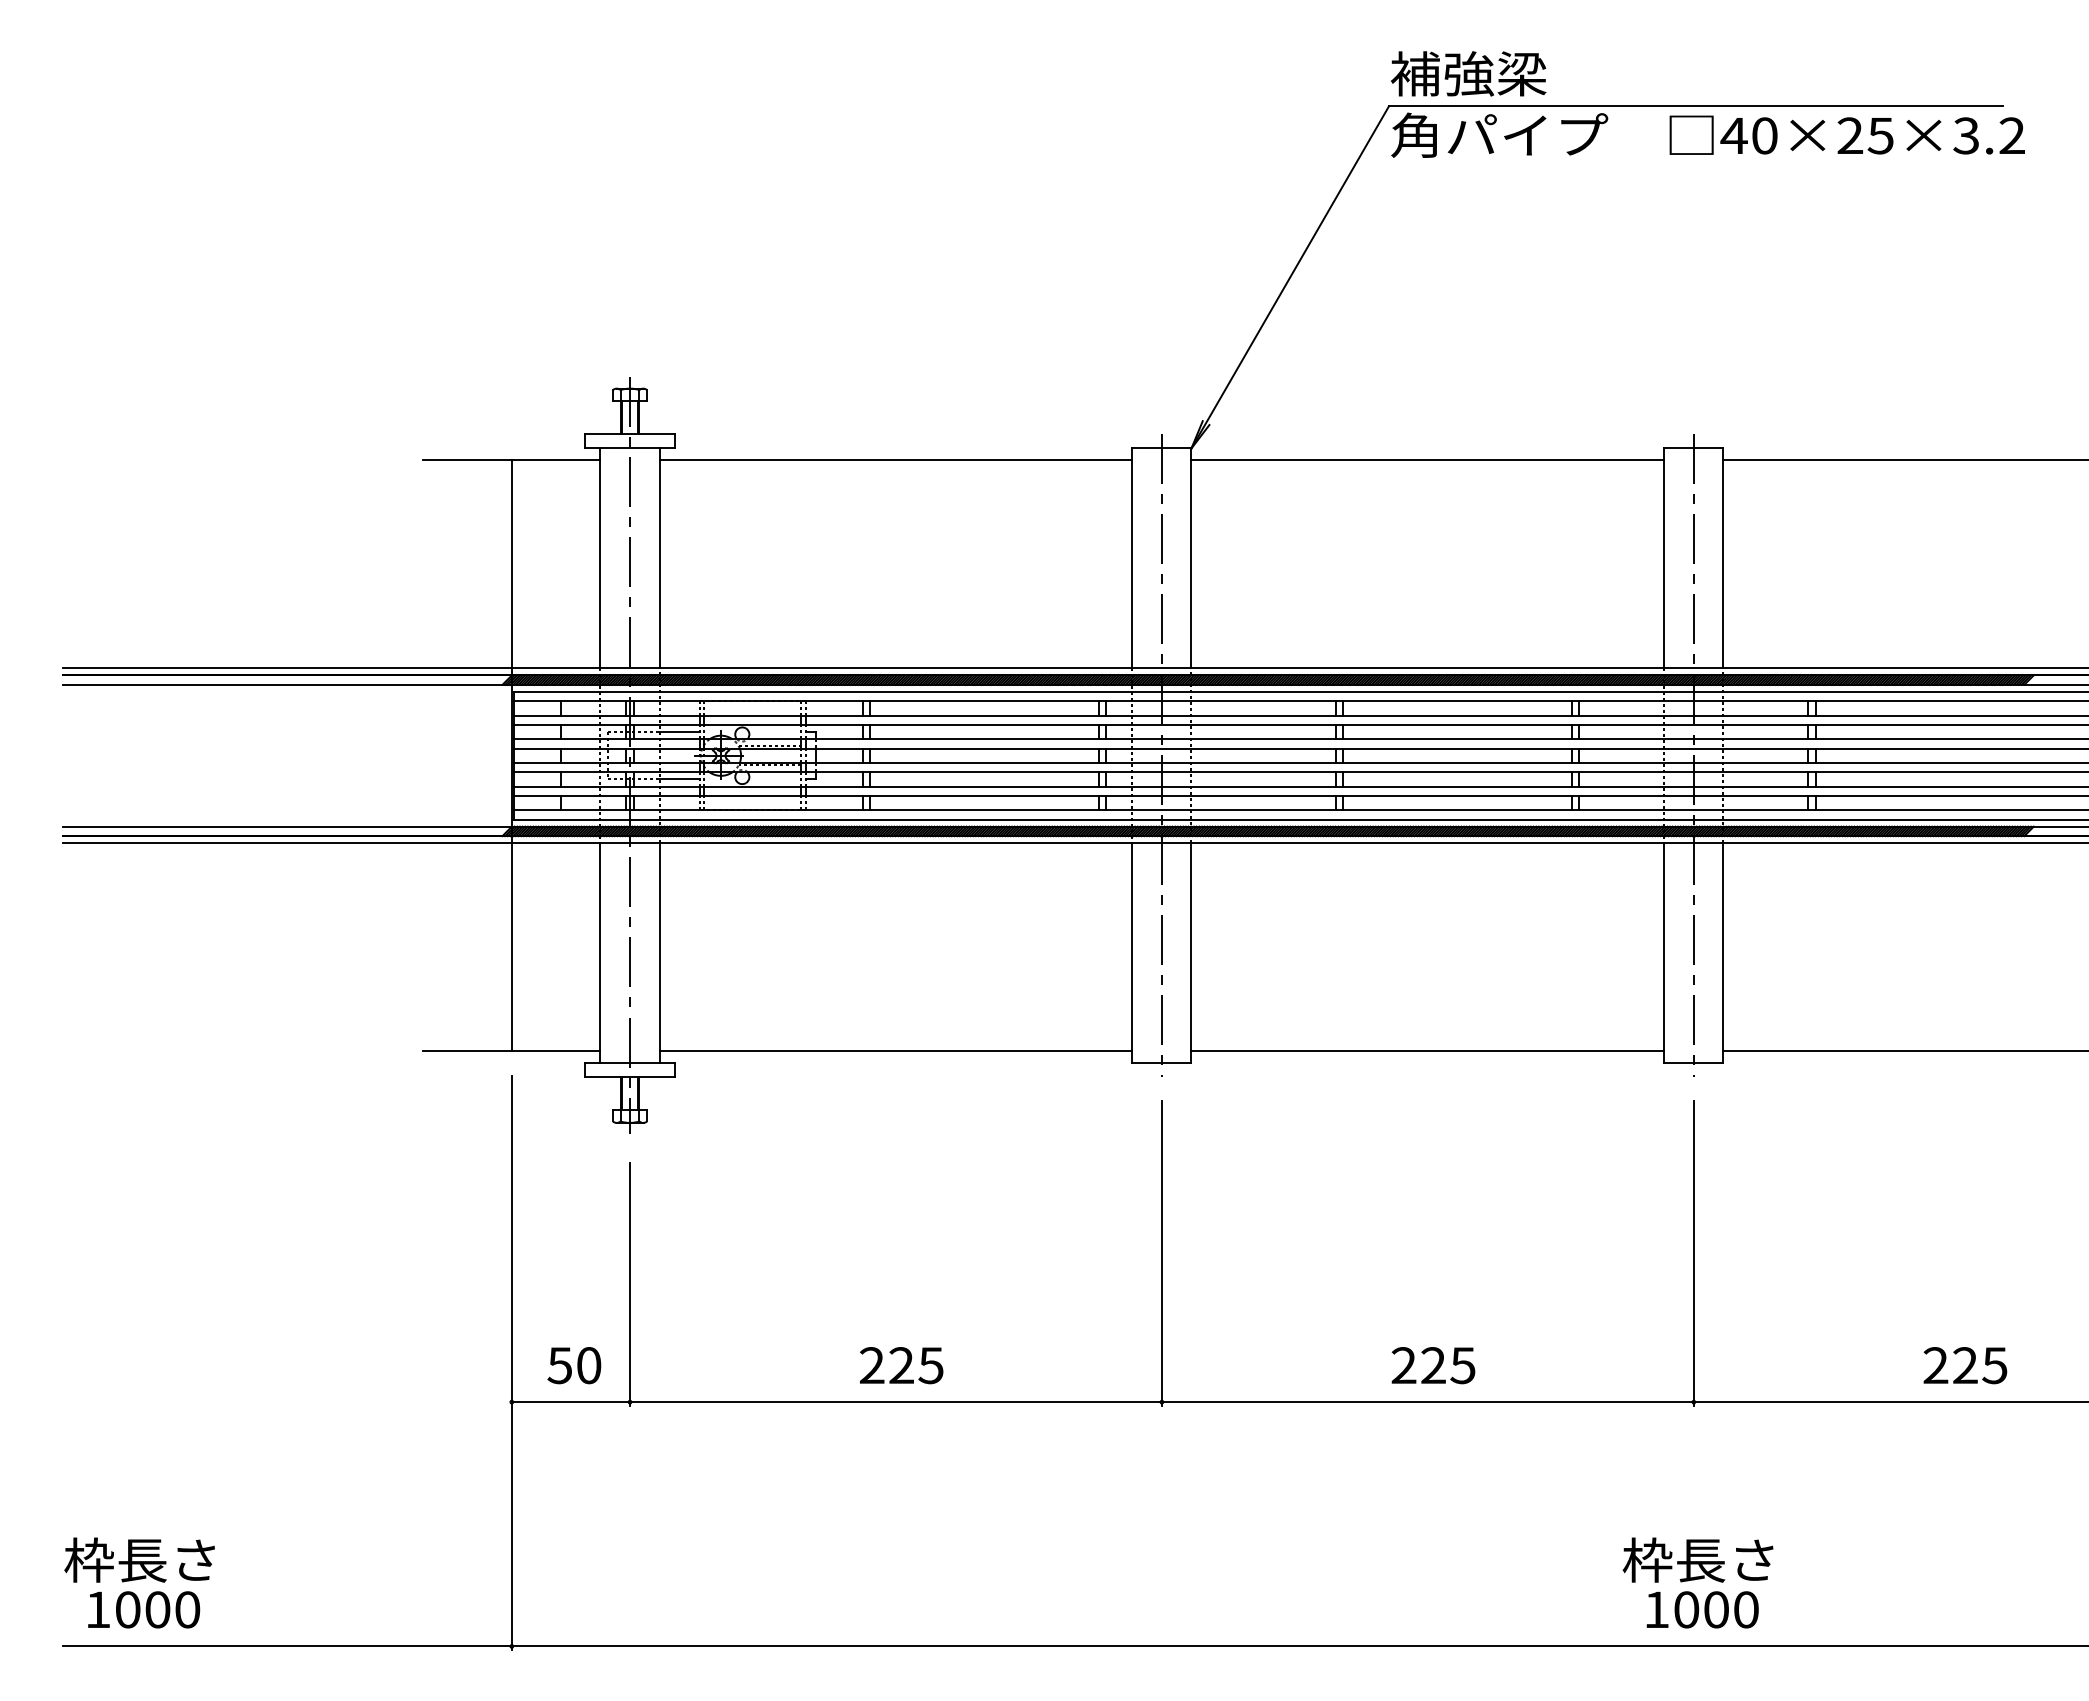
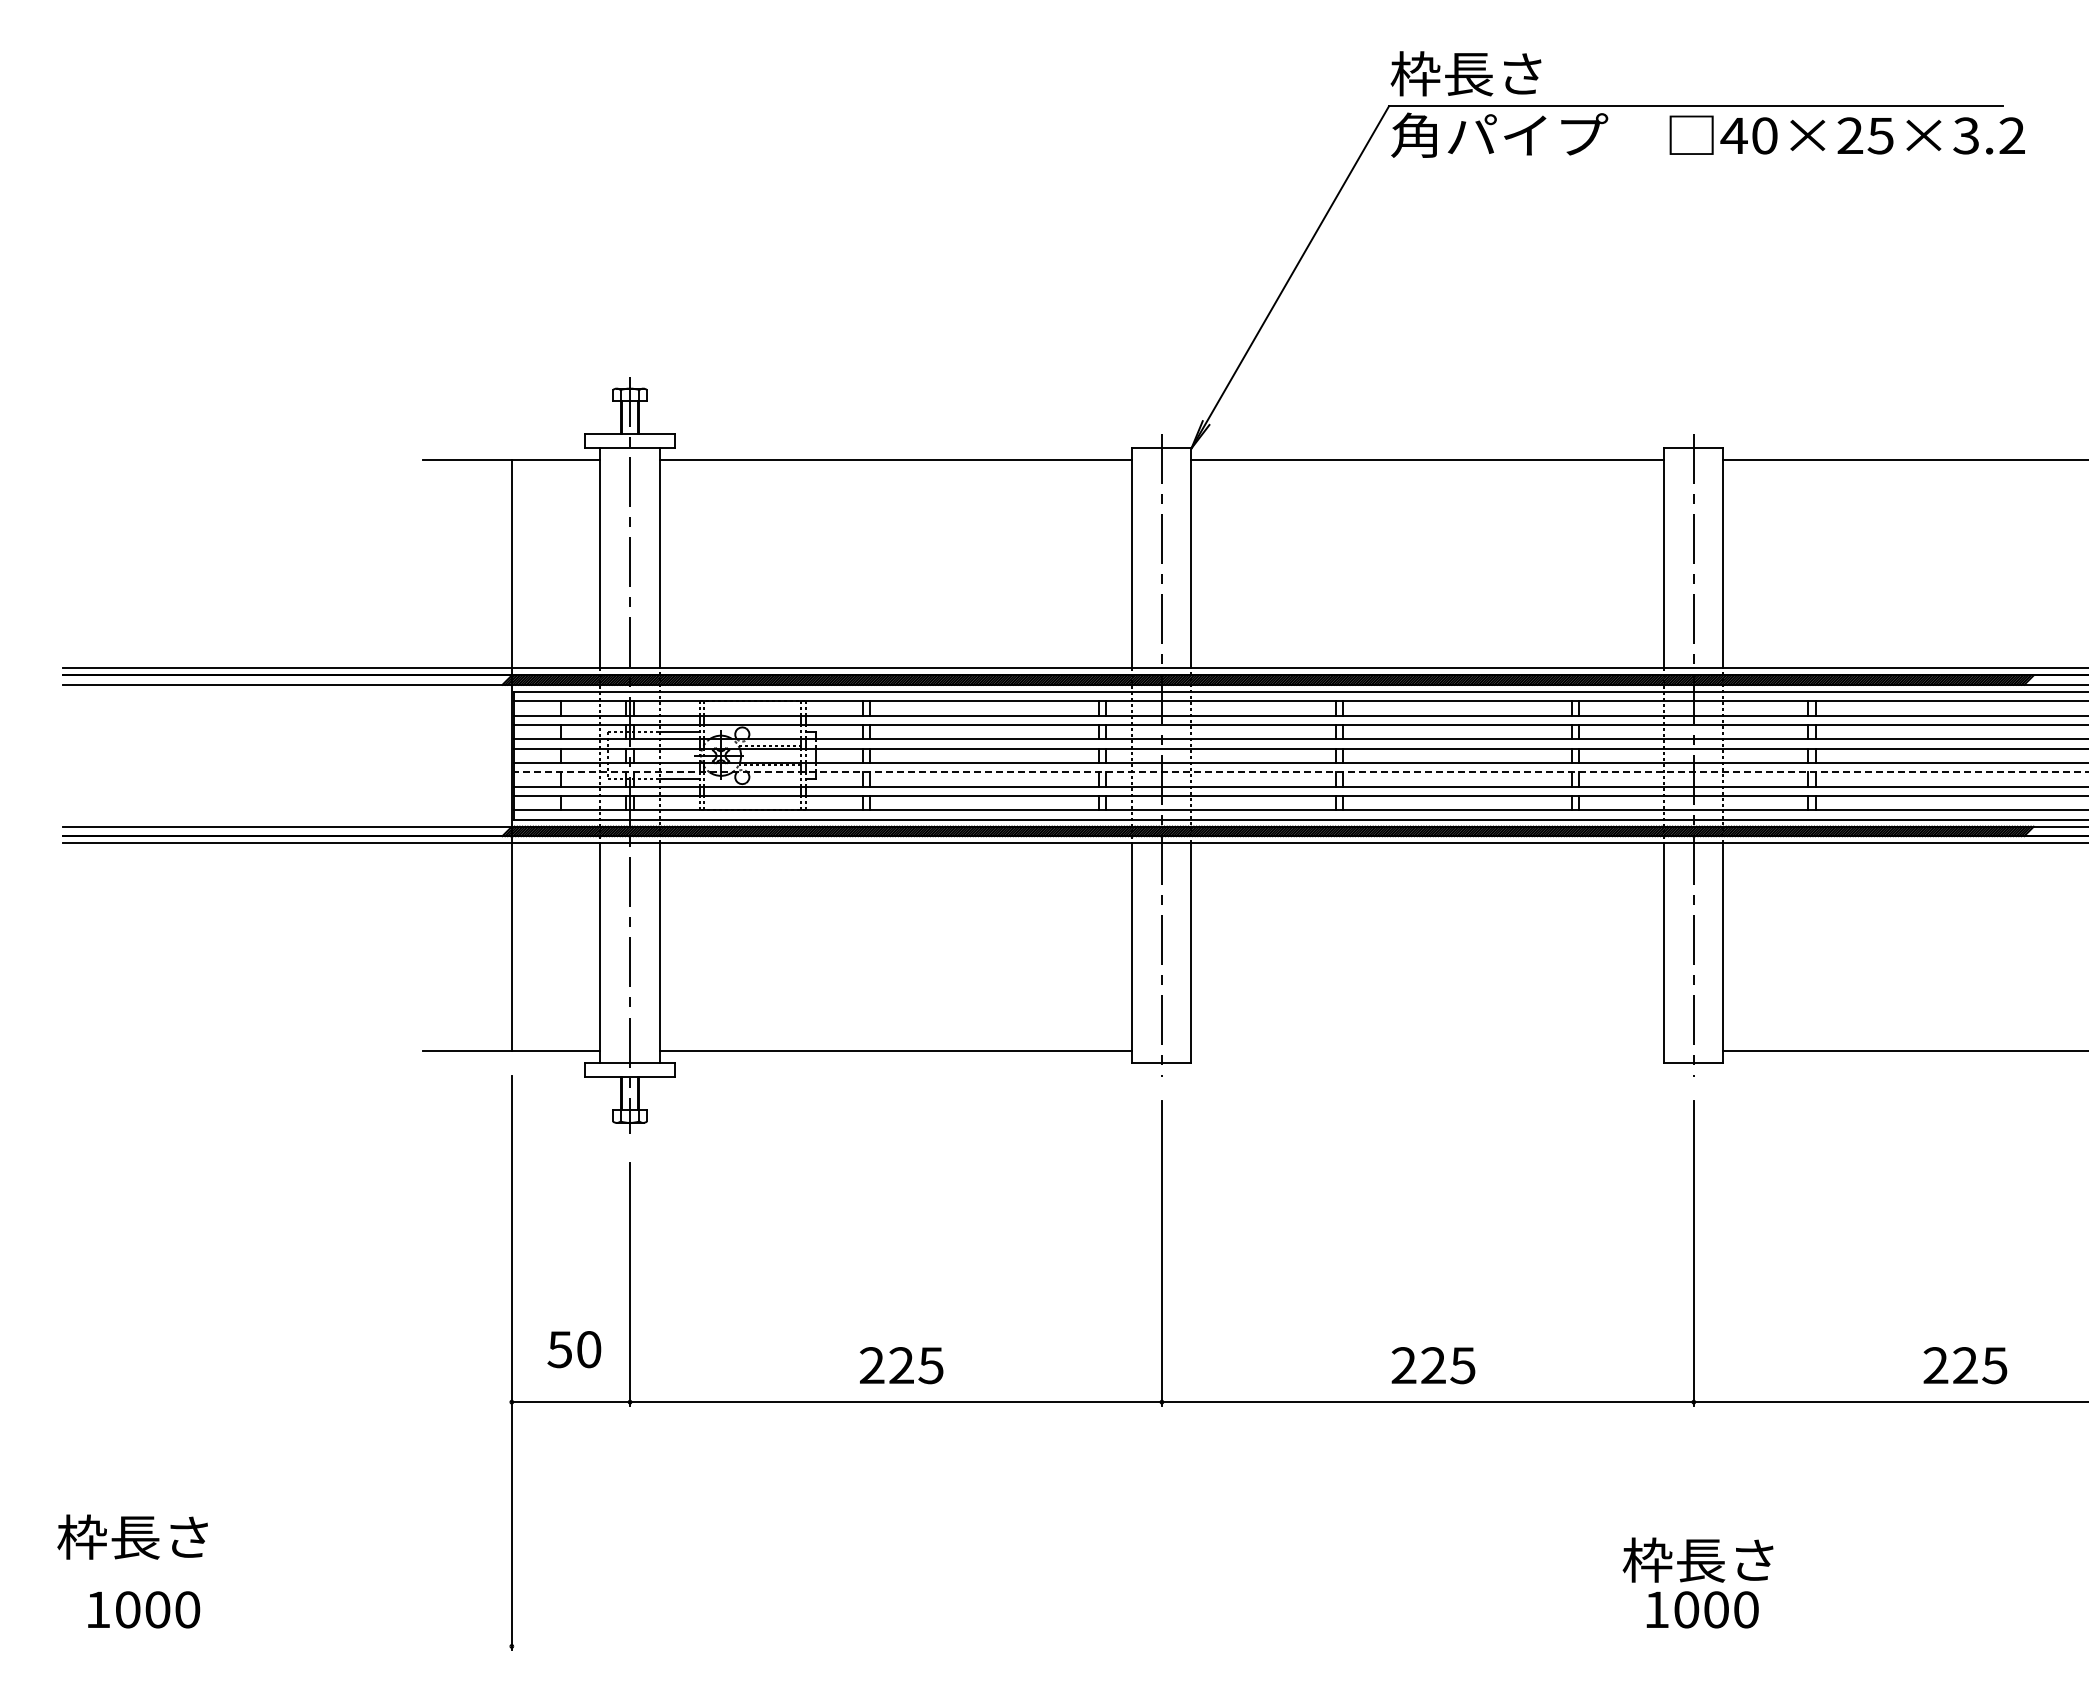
text at (1468, 73): 補強梁 -> 枠長さ
line at (1300, 772): solid -> dashed
line at (1427, 1051): present -> none
text at (574, 1365) position: (574, 1365) -> (574, 1349)
text at (139, 1559) position: (139, 1559) -> (132, 1536)
line at (1073, 1646): present -> none
